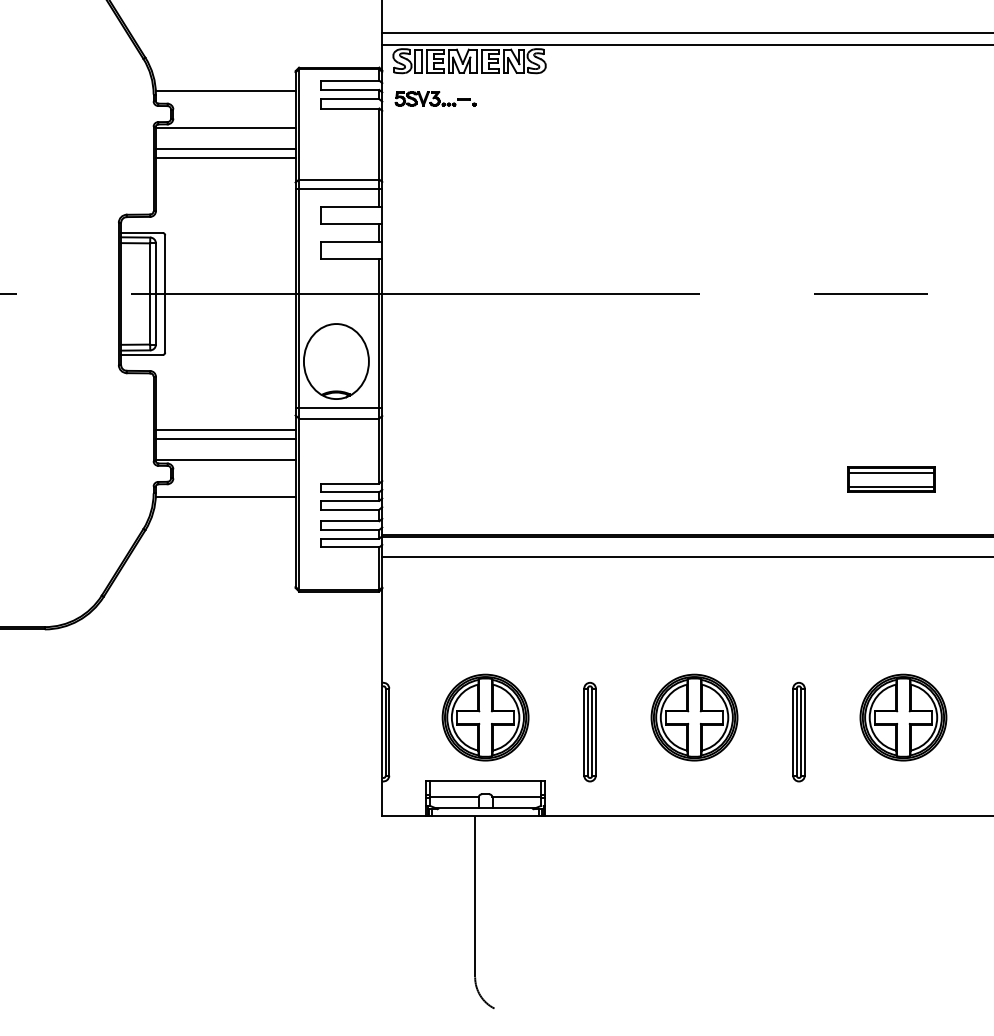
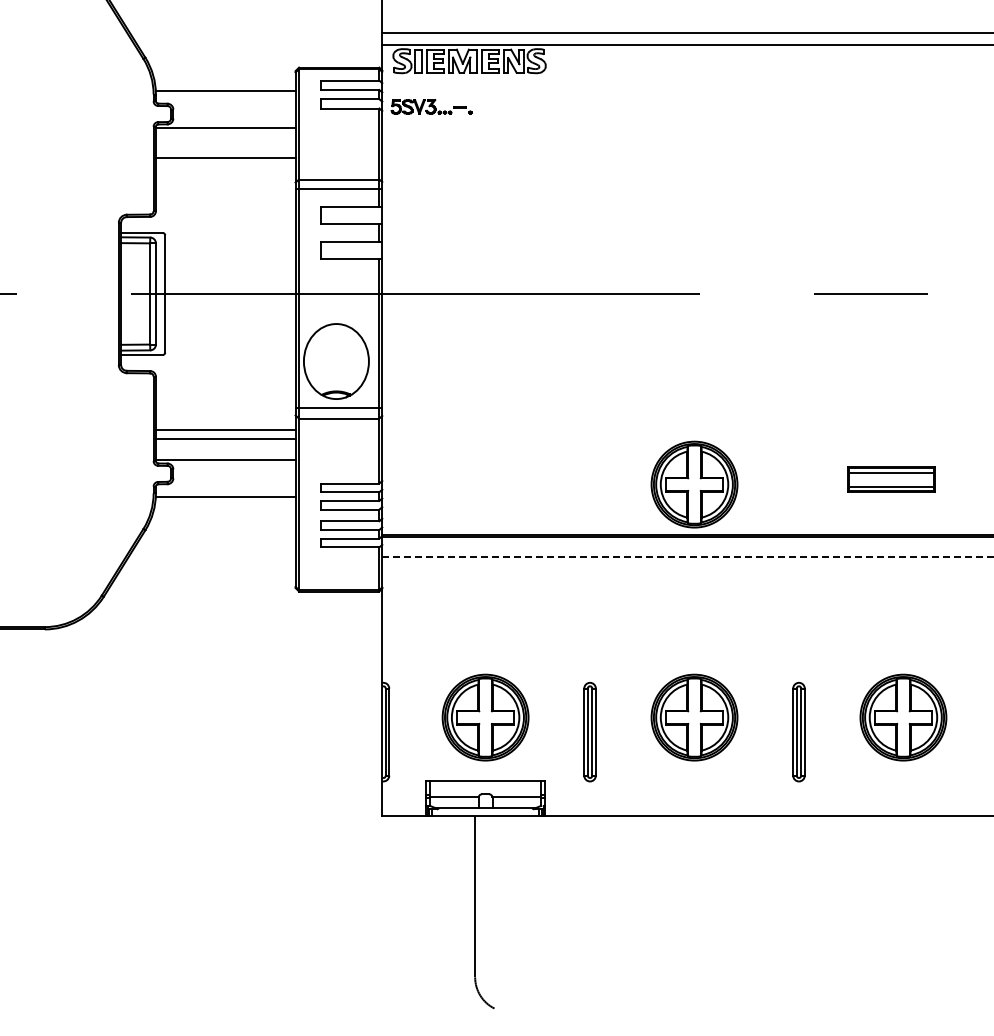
part at (435, 98) position: (435, 98) -> (431, 106)
line at (225, 148): present -> none
part at (694, 484): none -> present
line at (688, 556): solid -> dashed
